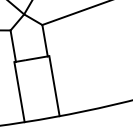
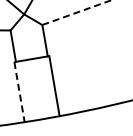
line at (77, 12): solid -> dashed
line at (19, 92): solid -> dashed
